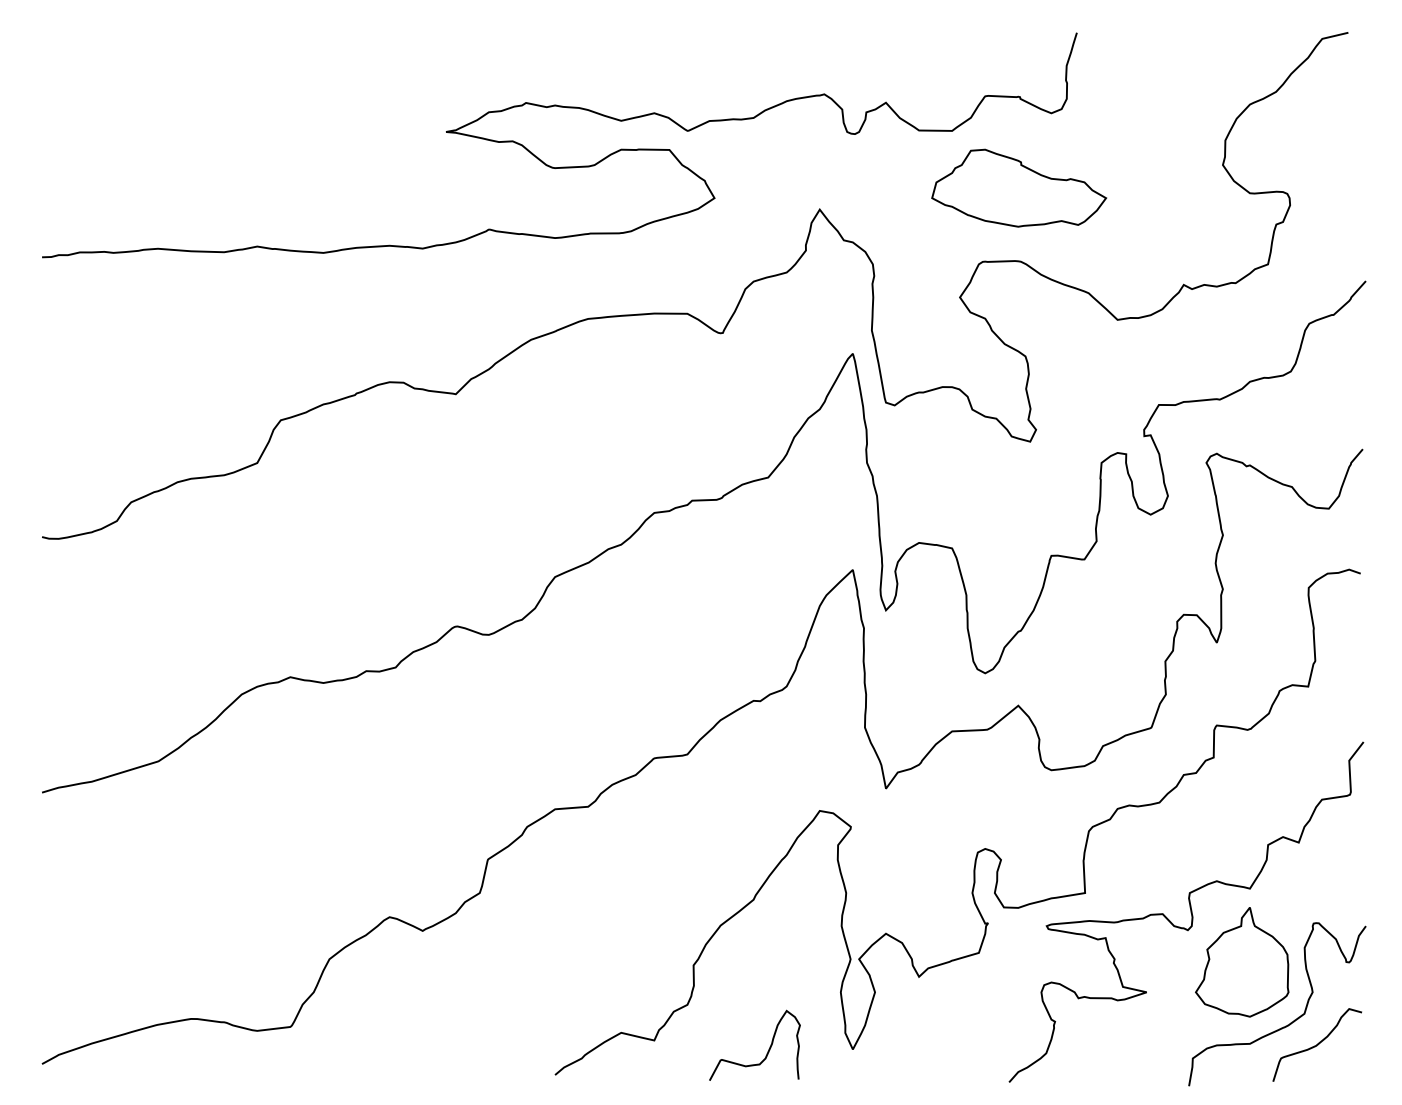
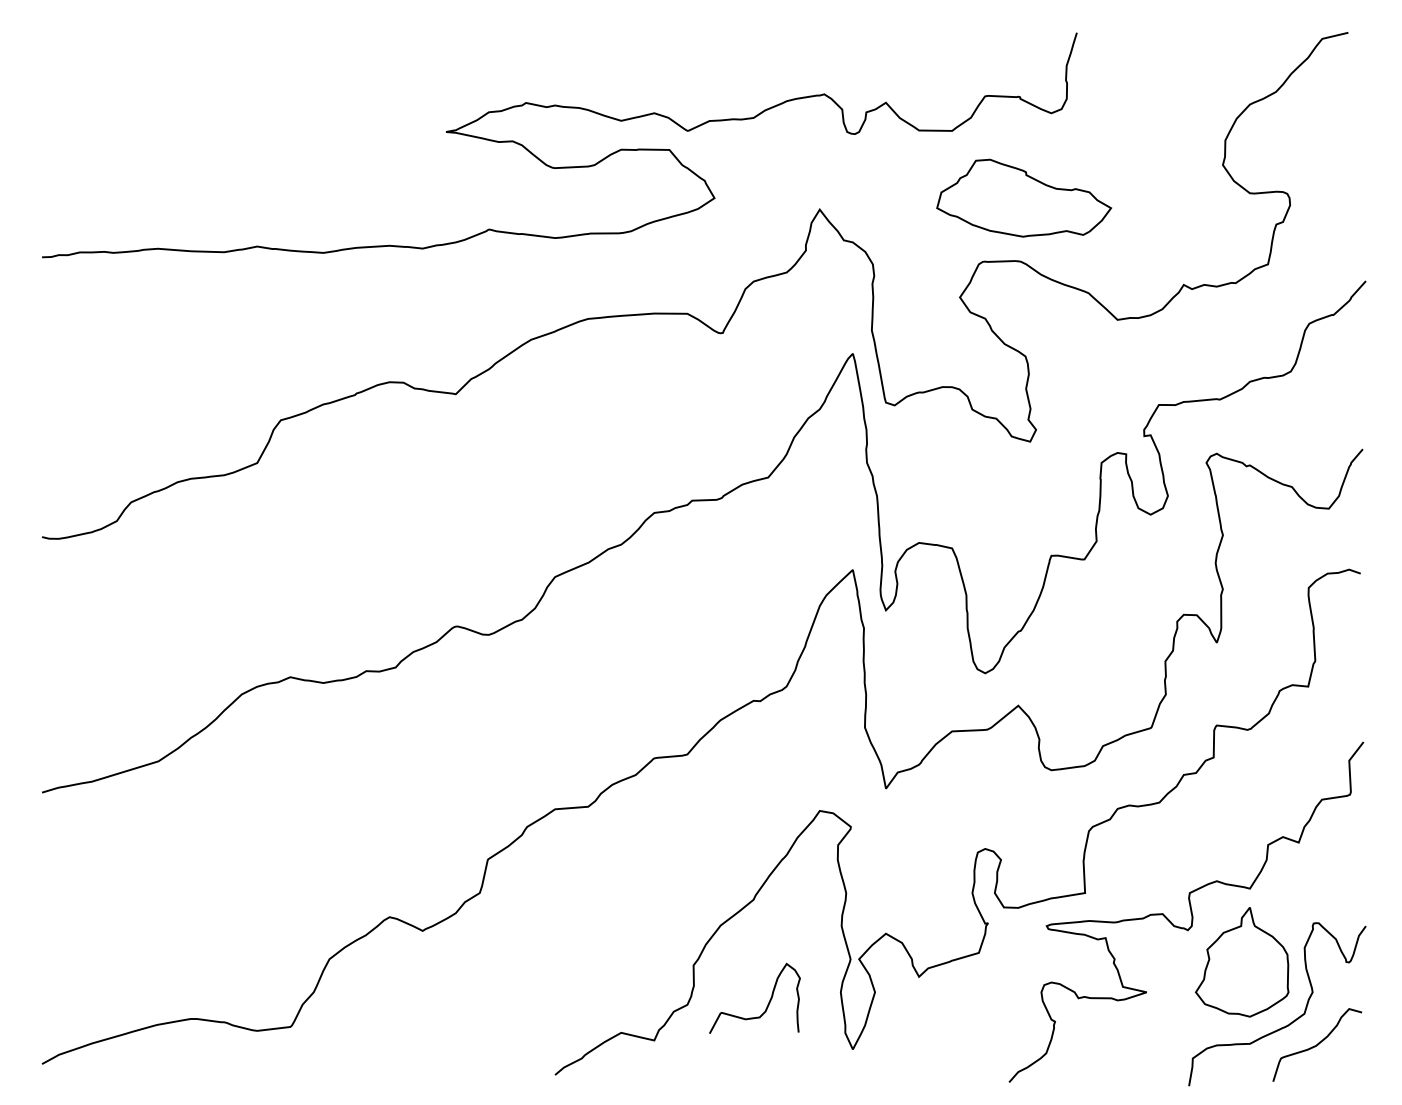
part at (1019, 187) position: (1019, 187) -> (1024, 197)
curve at (767, 1051) position: (767, 1051) -> (767, 1004)
